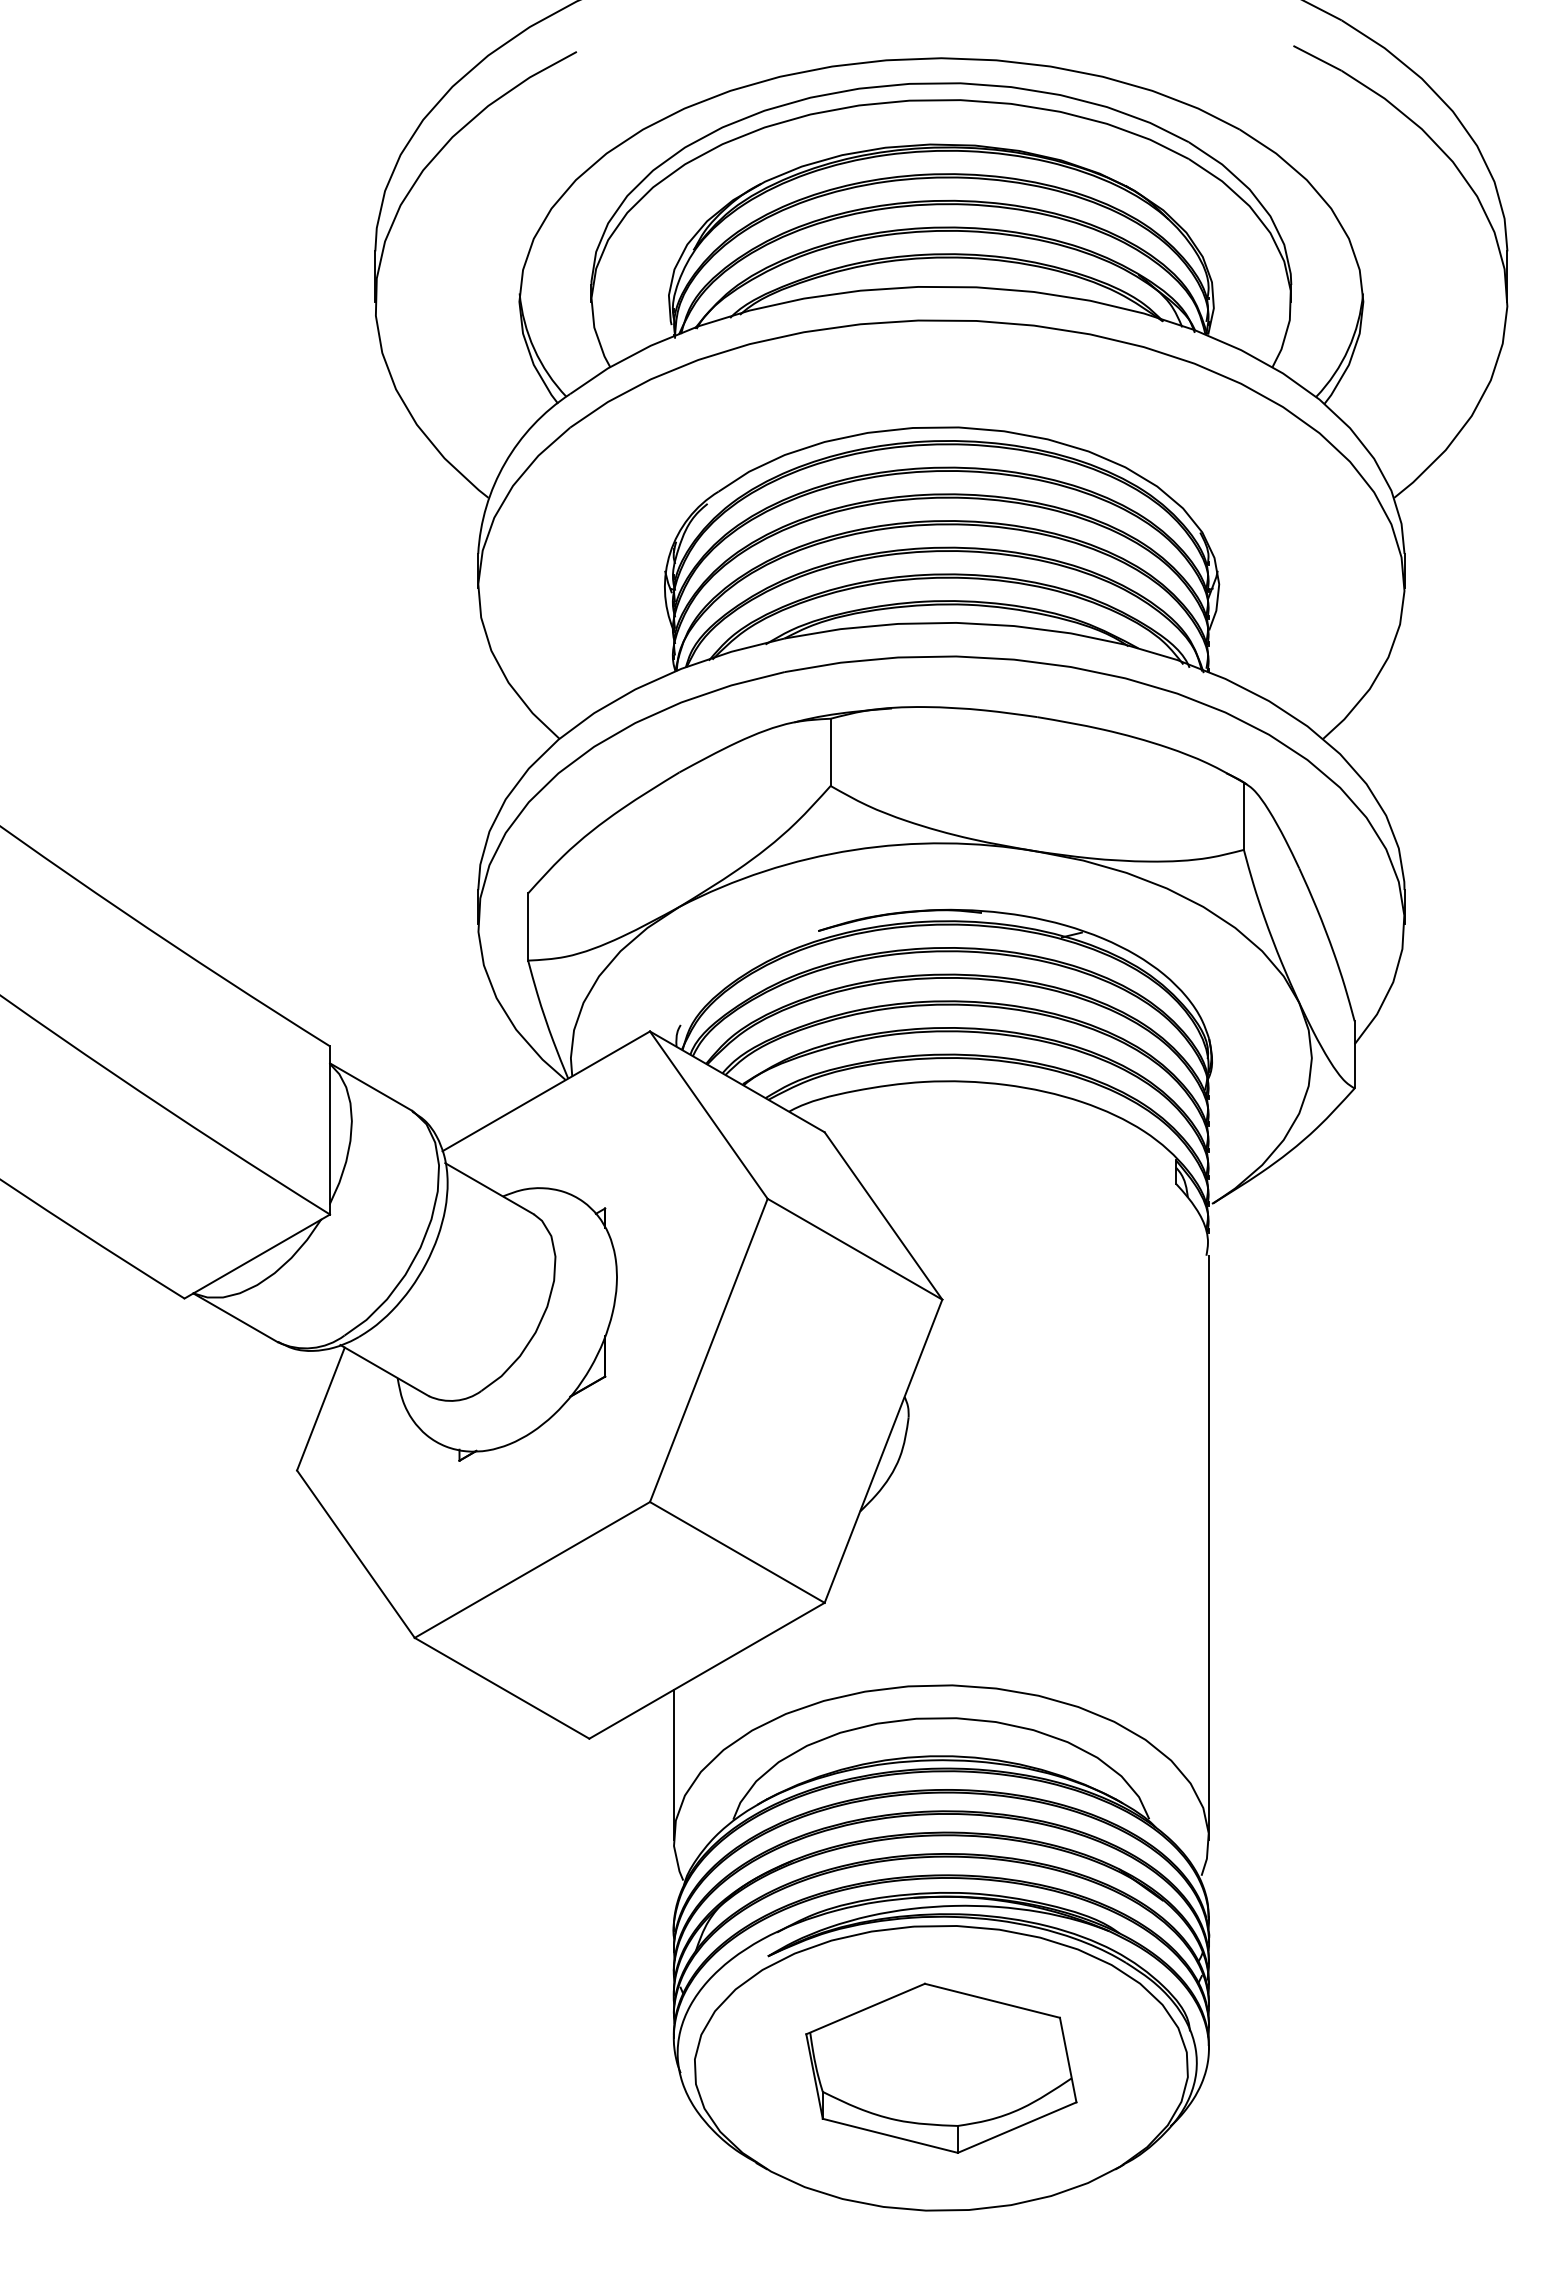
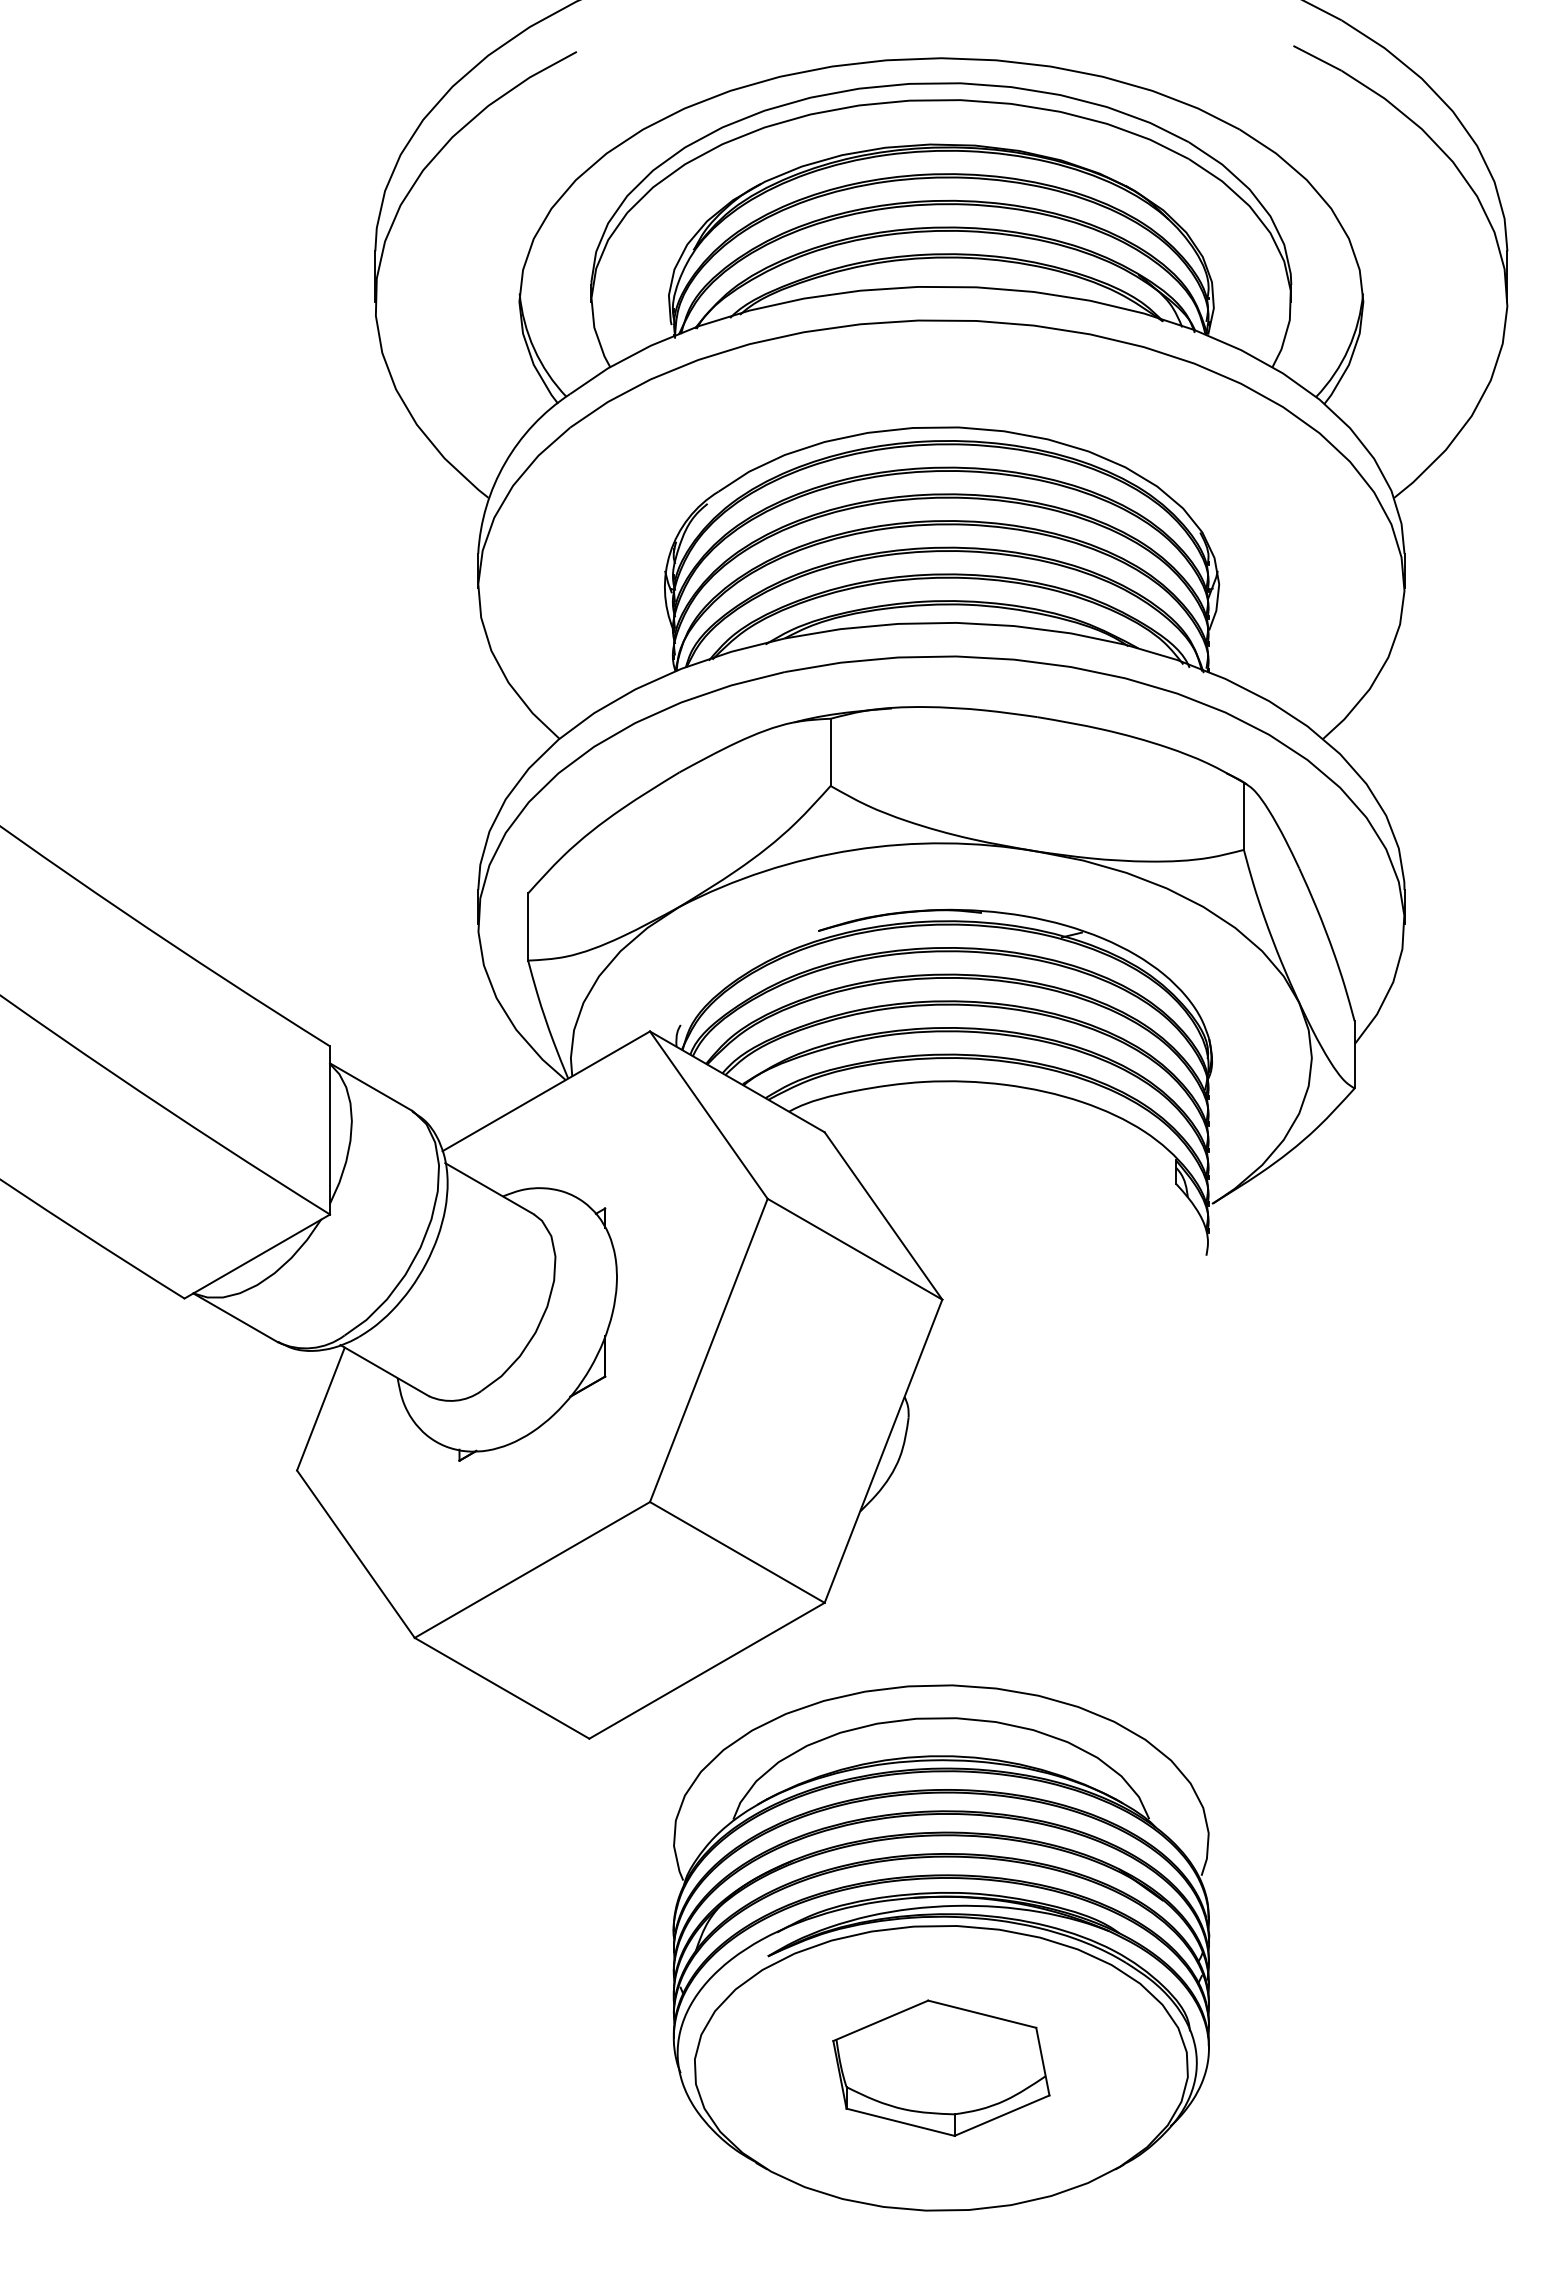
line at (1208, 1547): present -> none
line at (673, 1764): present -> none
part at (941, 2067) size: 273x172 px -> 219x138 px
